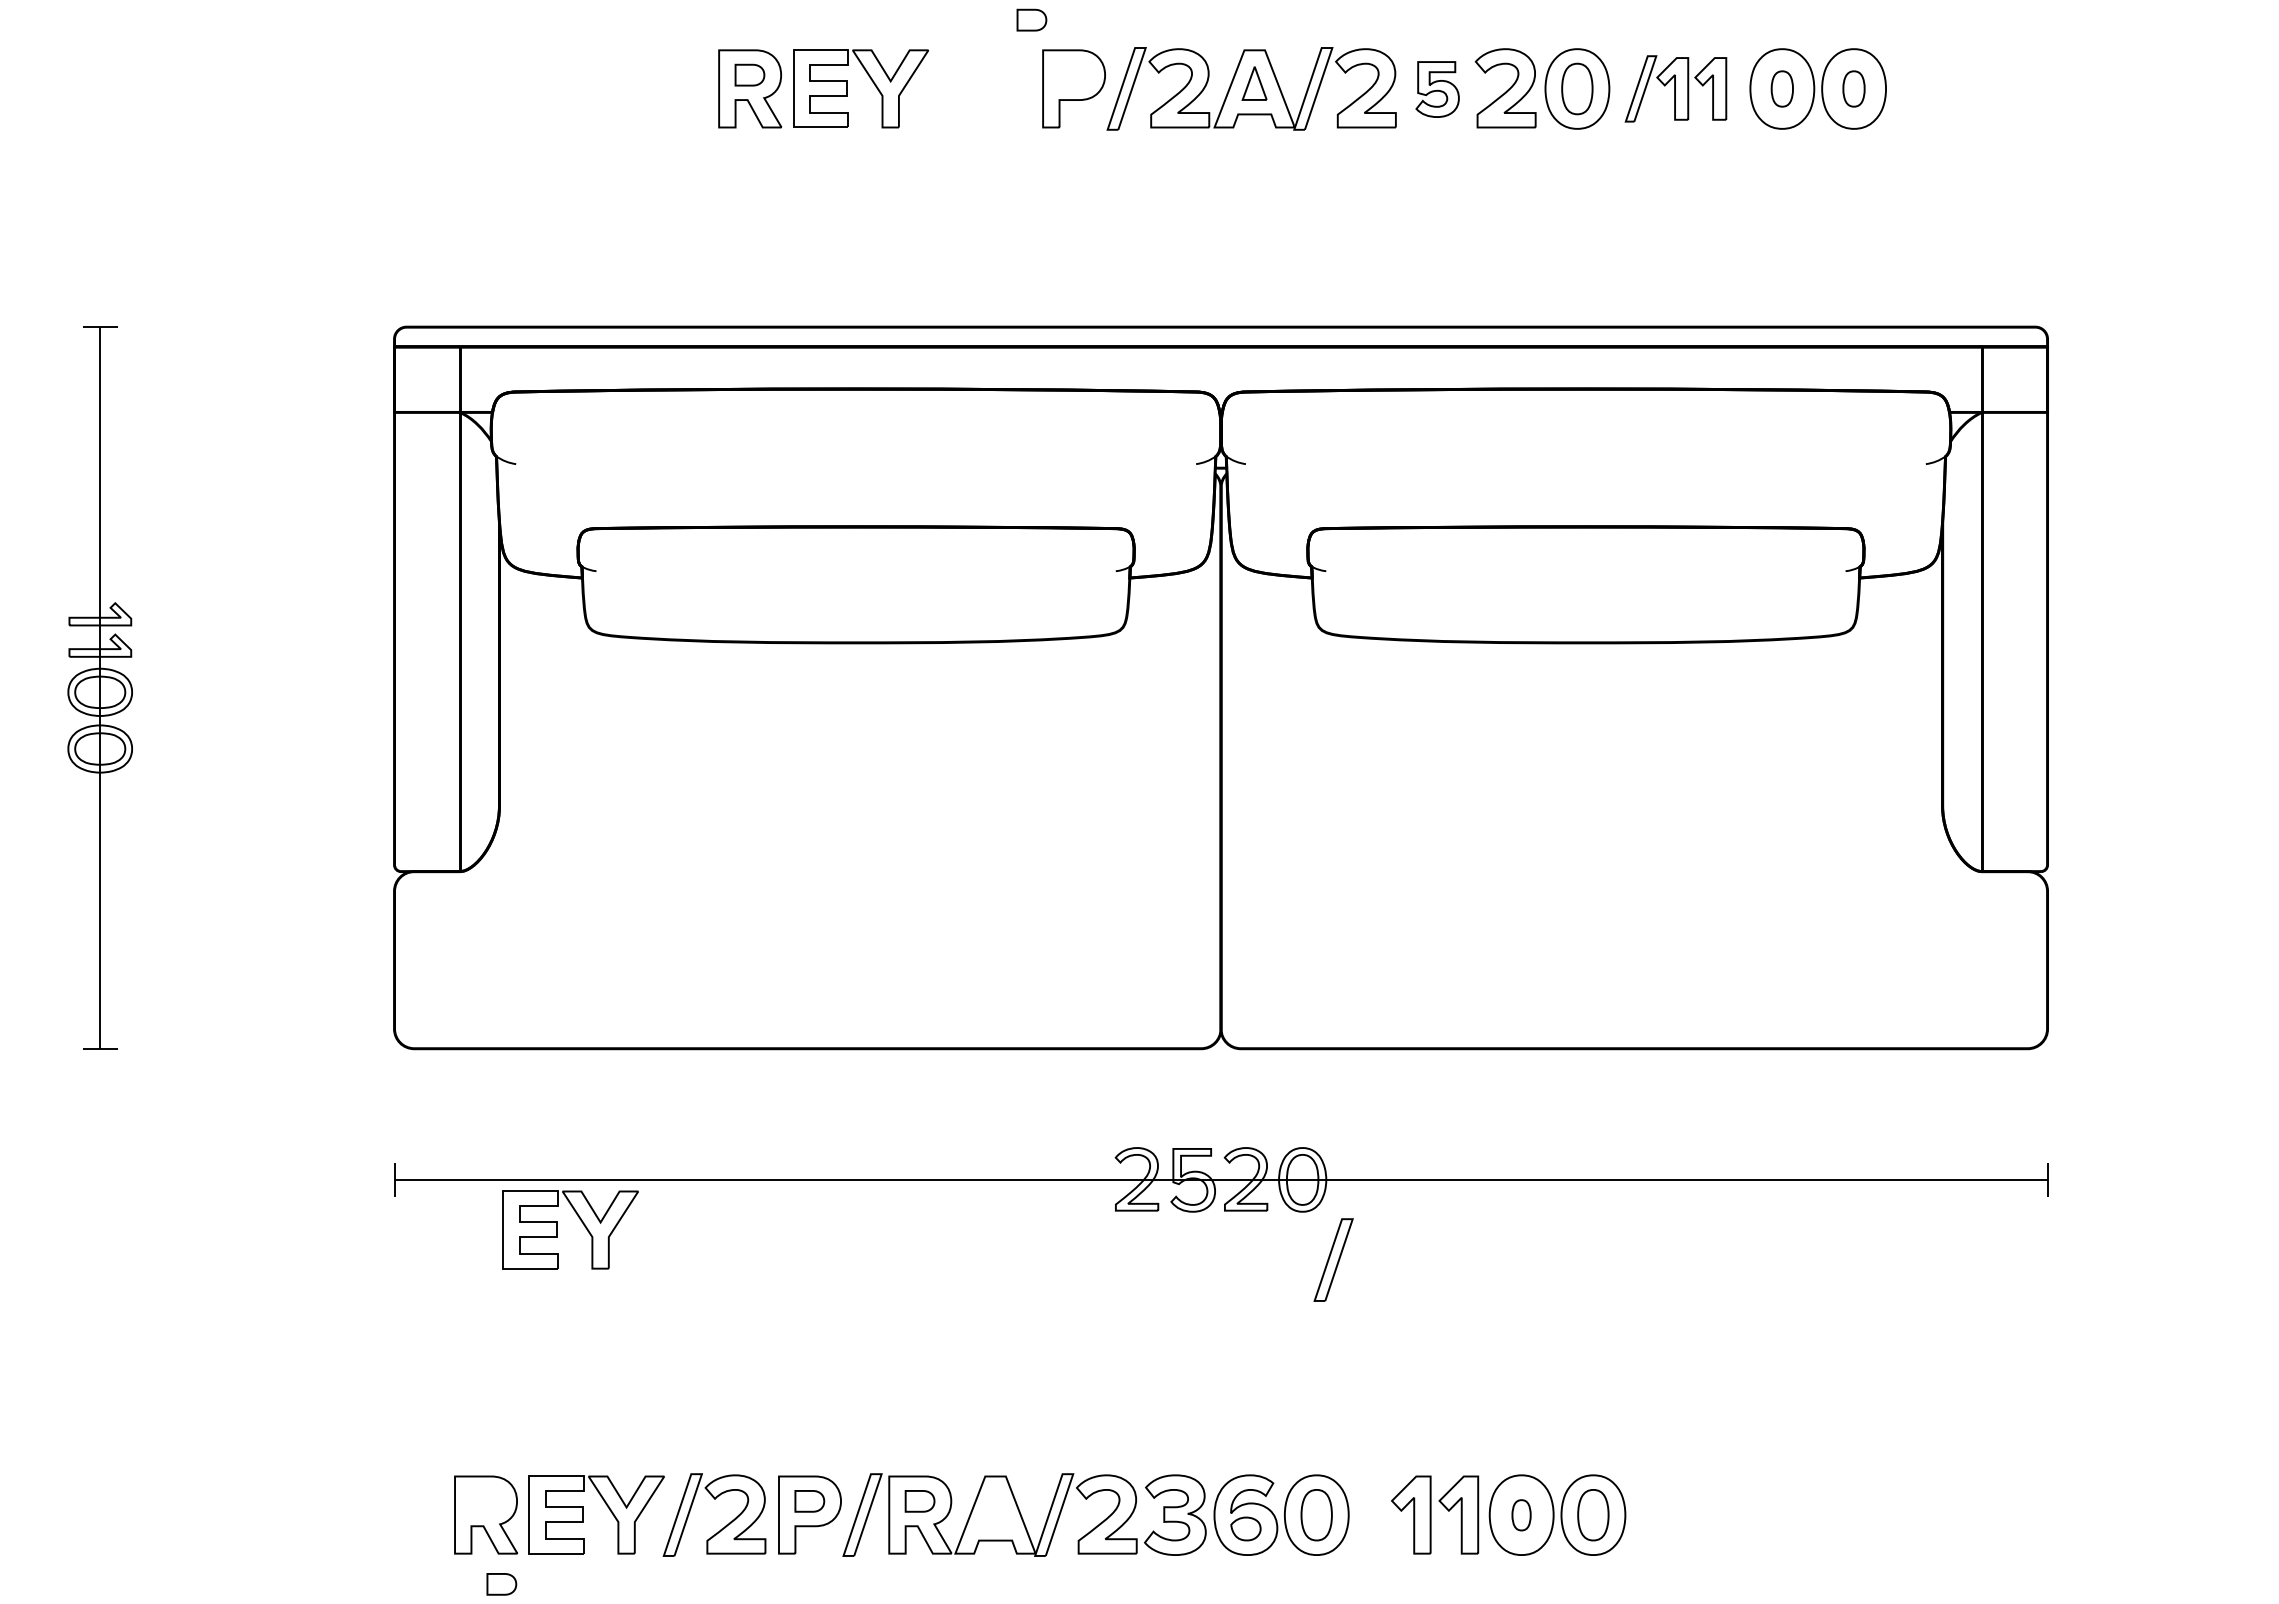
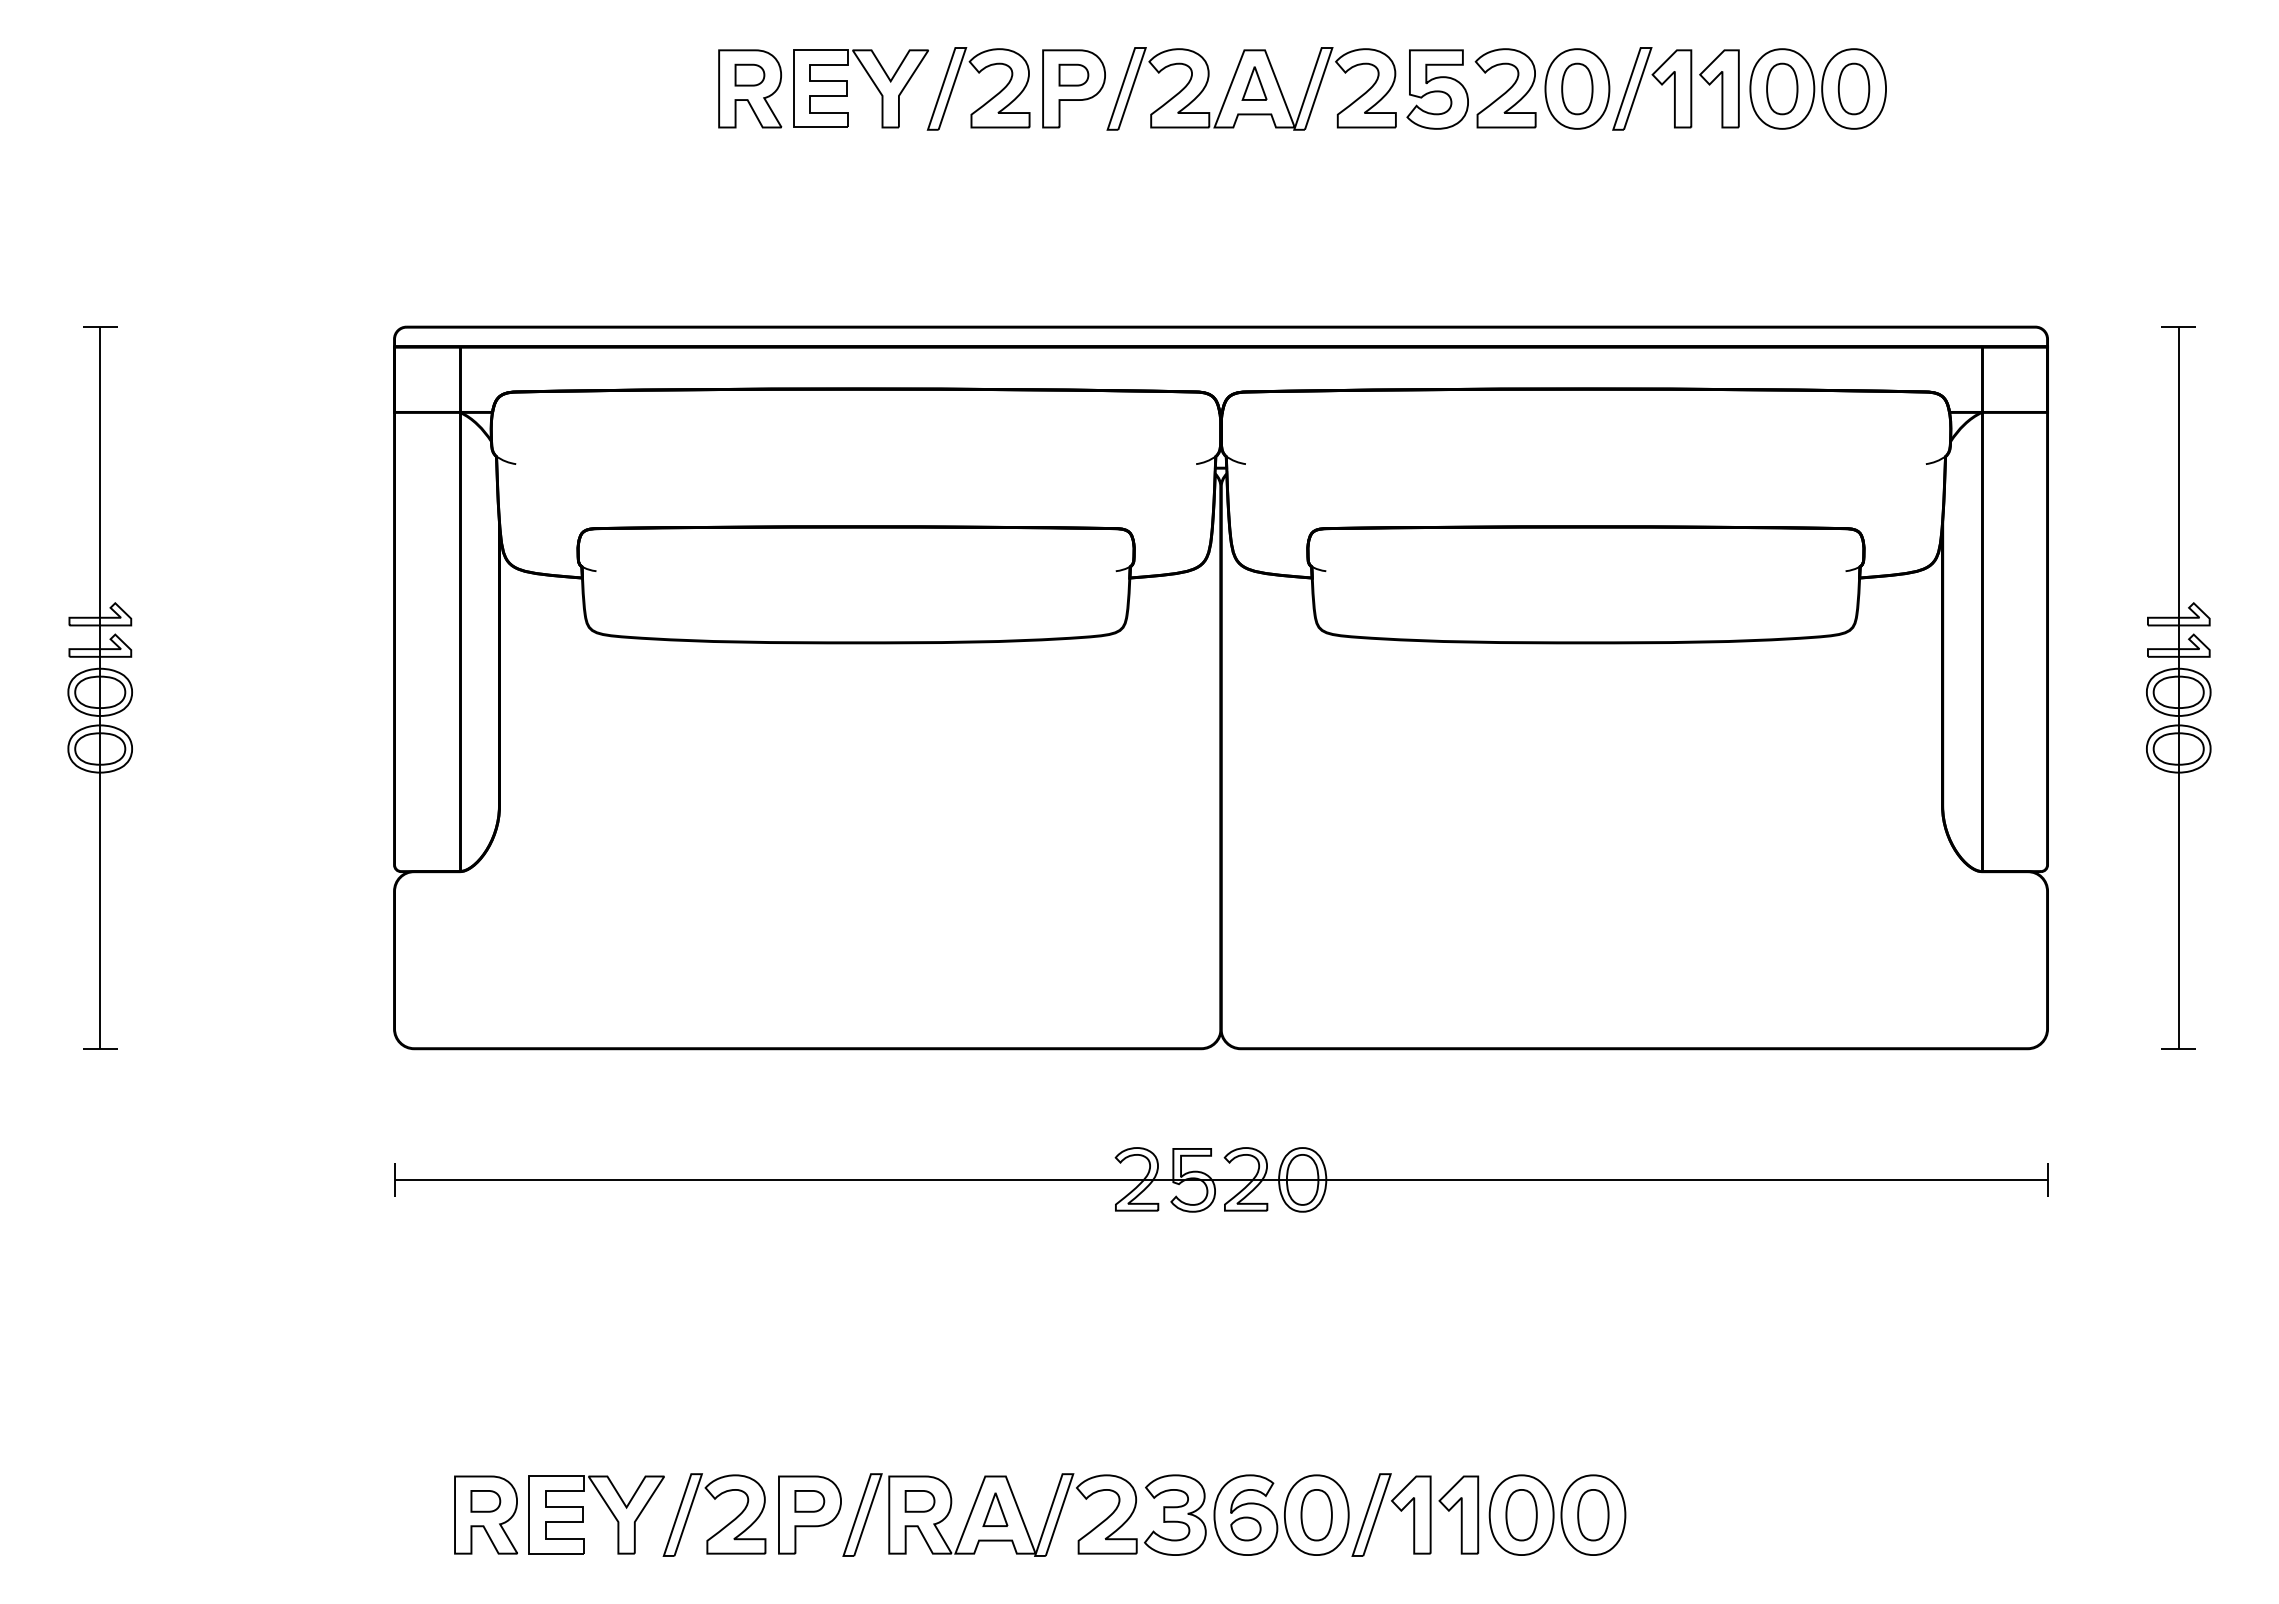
part at (1031, 19) position: (1031, 19) -> (1073, 74)
part at (978, 73): none -> present
part at (1675, 88) size: 104x68 px -> 128x84 px
part at (1781, 88) size: 24x38 px -> 33x54 px
part at (1853, 88) size: 24x38 px -> 34x54 px
part at (1437, 89) size: 45x57 px -> 63x81 px
part at (2178, 687): none -> present
part at (557, 1229): present -> none
part at (1333, 1259) position: (1333, 1259) -> (1371, 1514)
part at (995, 1509): none -> present
part at (1521, 1515) size: 21x33 px -> 33x53 px
part at (501, 1584) position: (501, 1584) -> (485, 1501)
